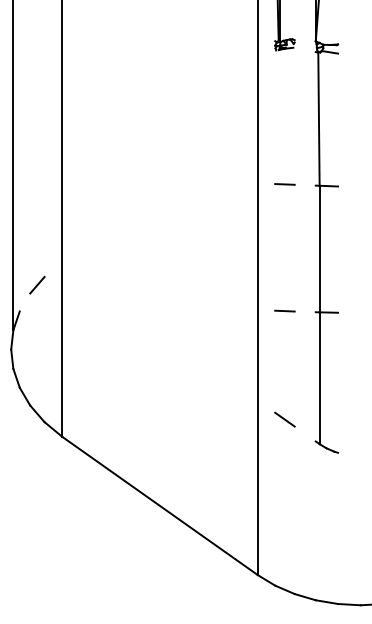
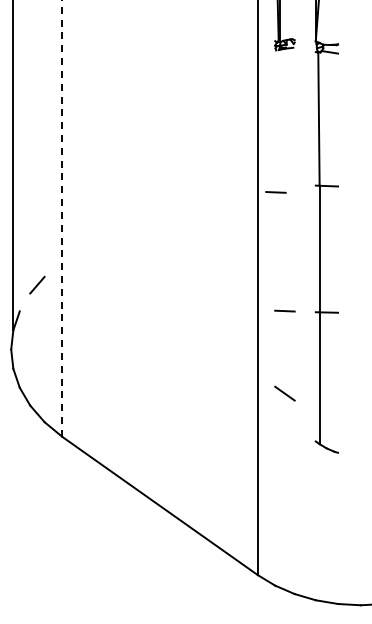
line at (284, 184) position: (284, 184) -> (275, 192)
line at (62, 217): solid -> dashed
line at (284, 419) position: (284, 419) -> (284, 393)
